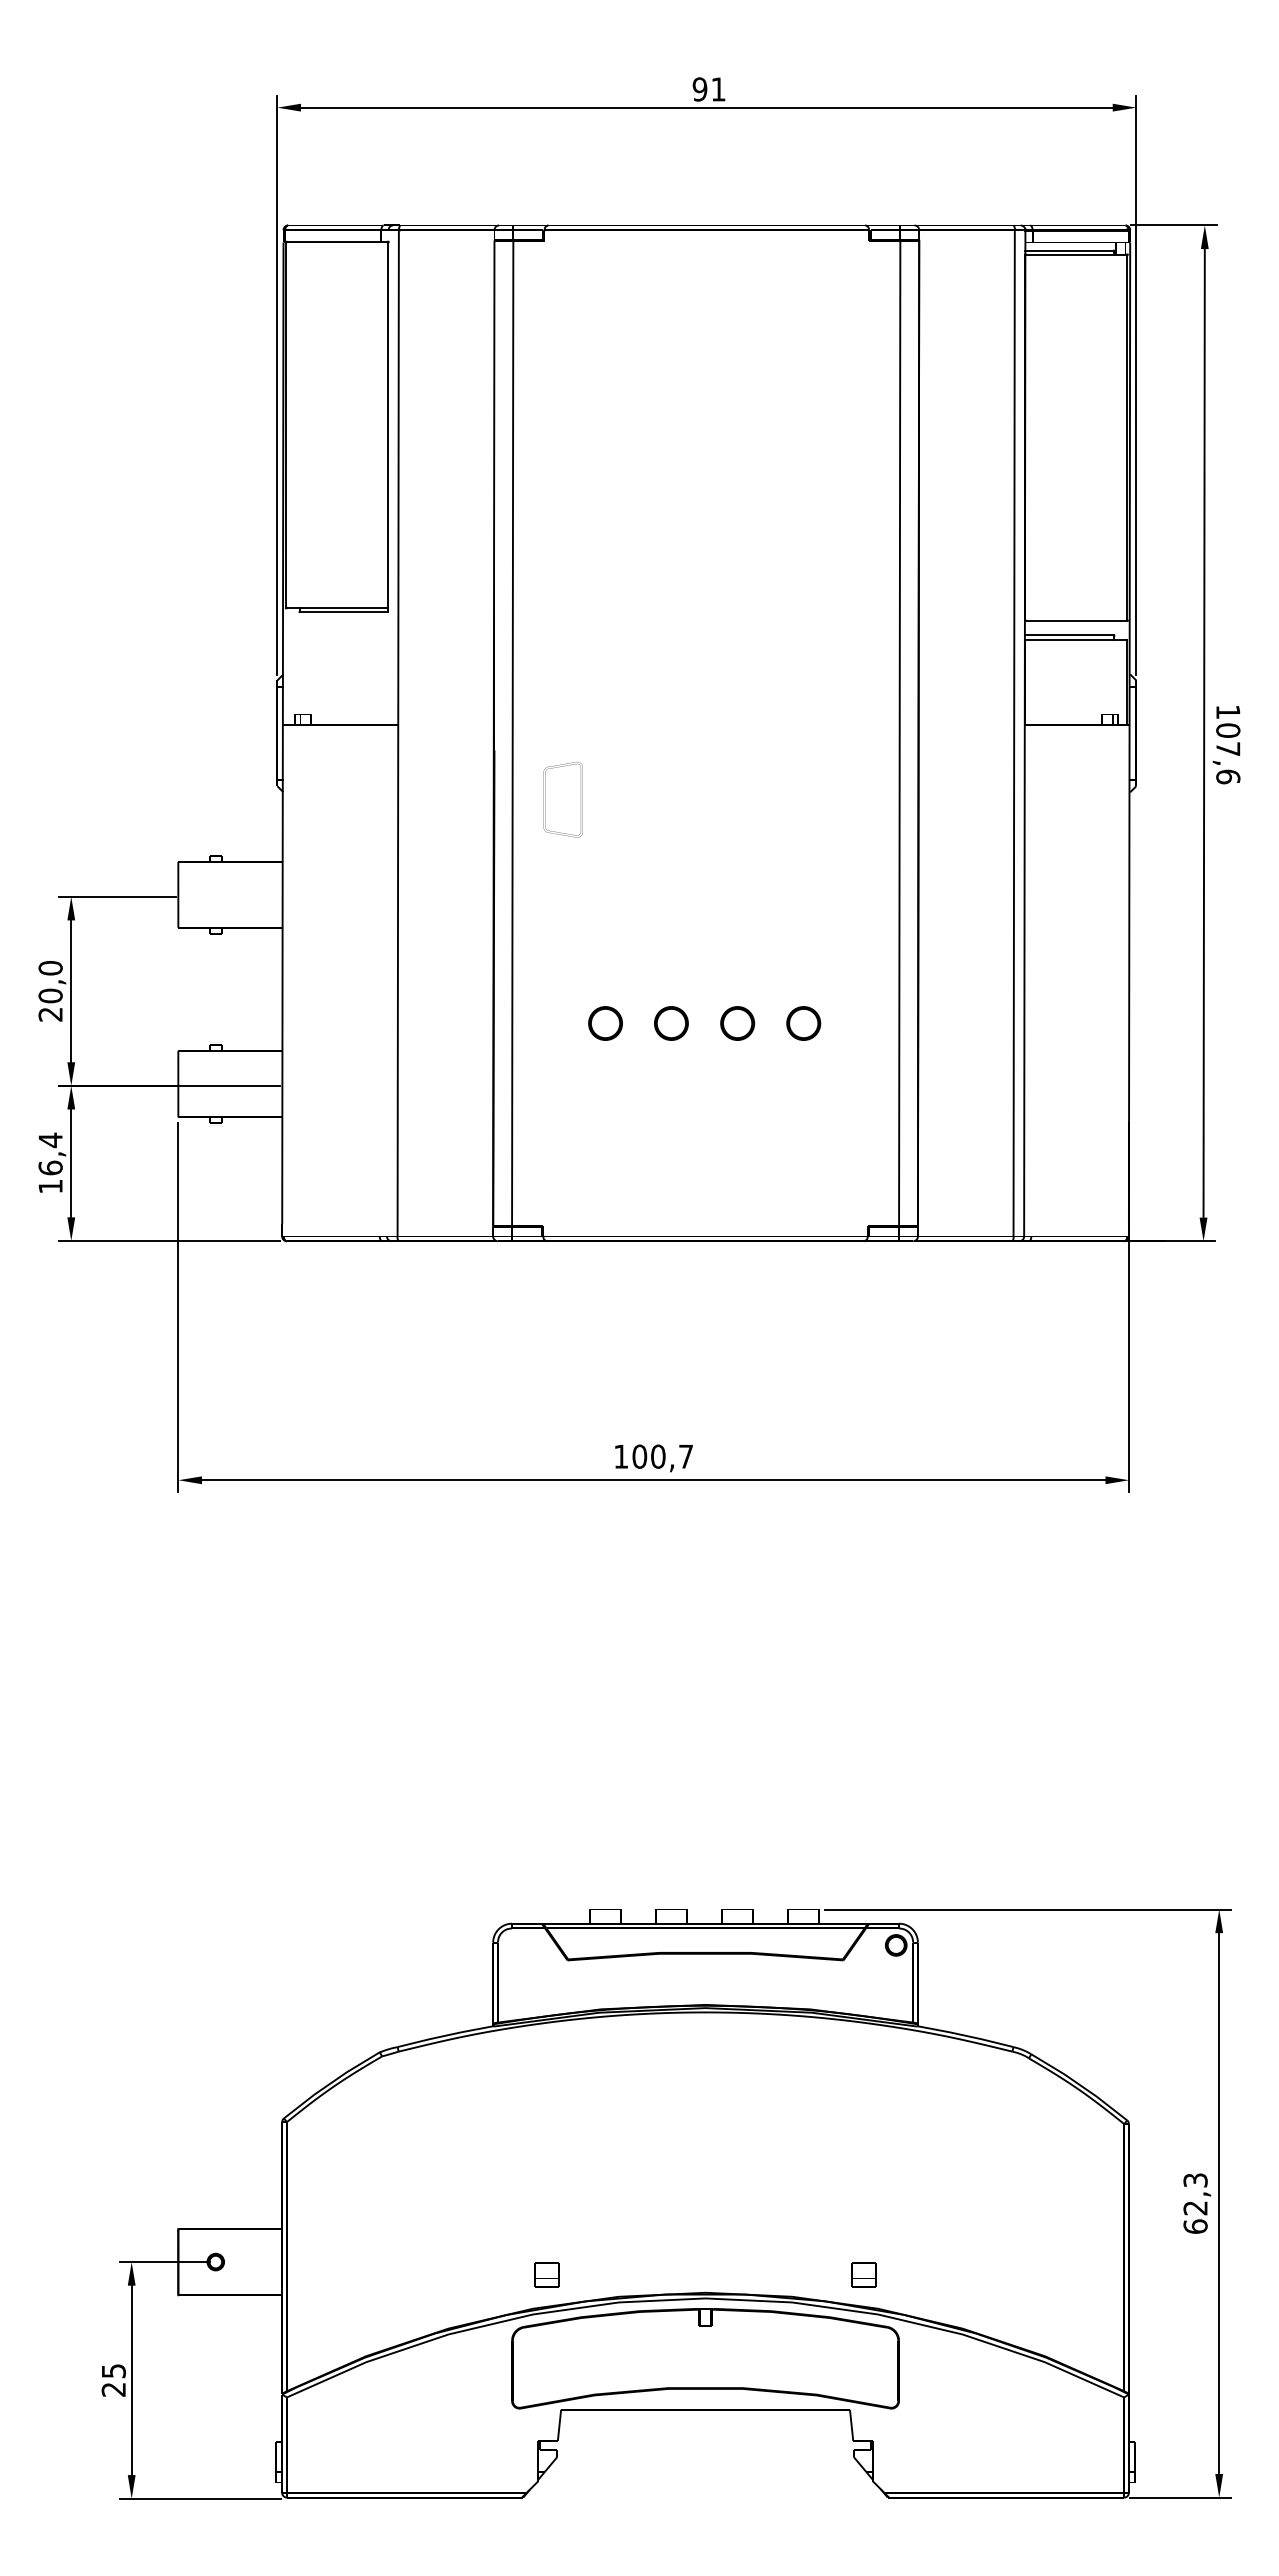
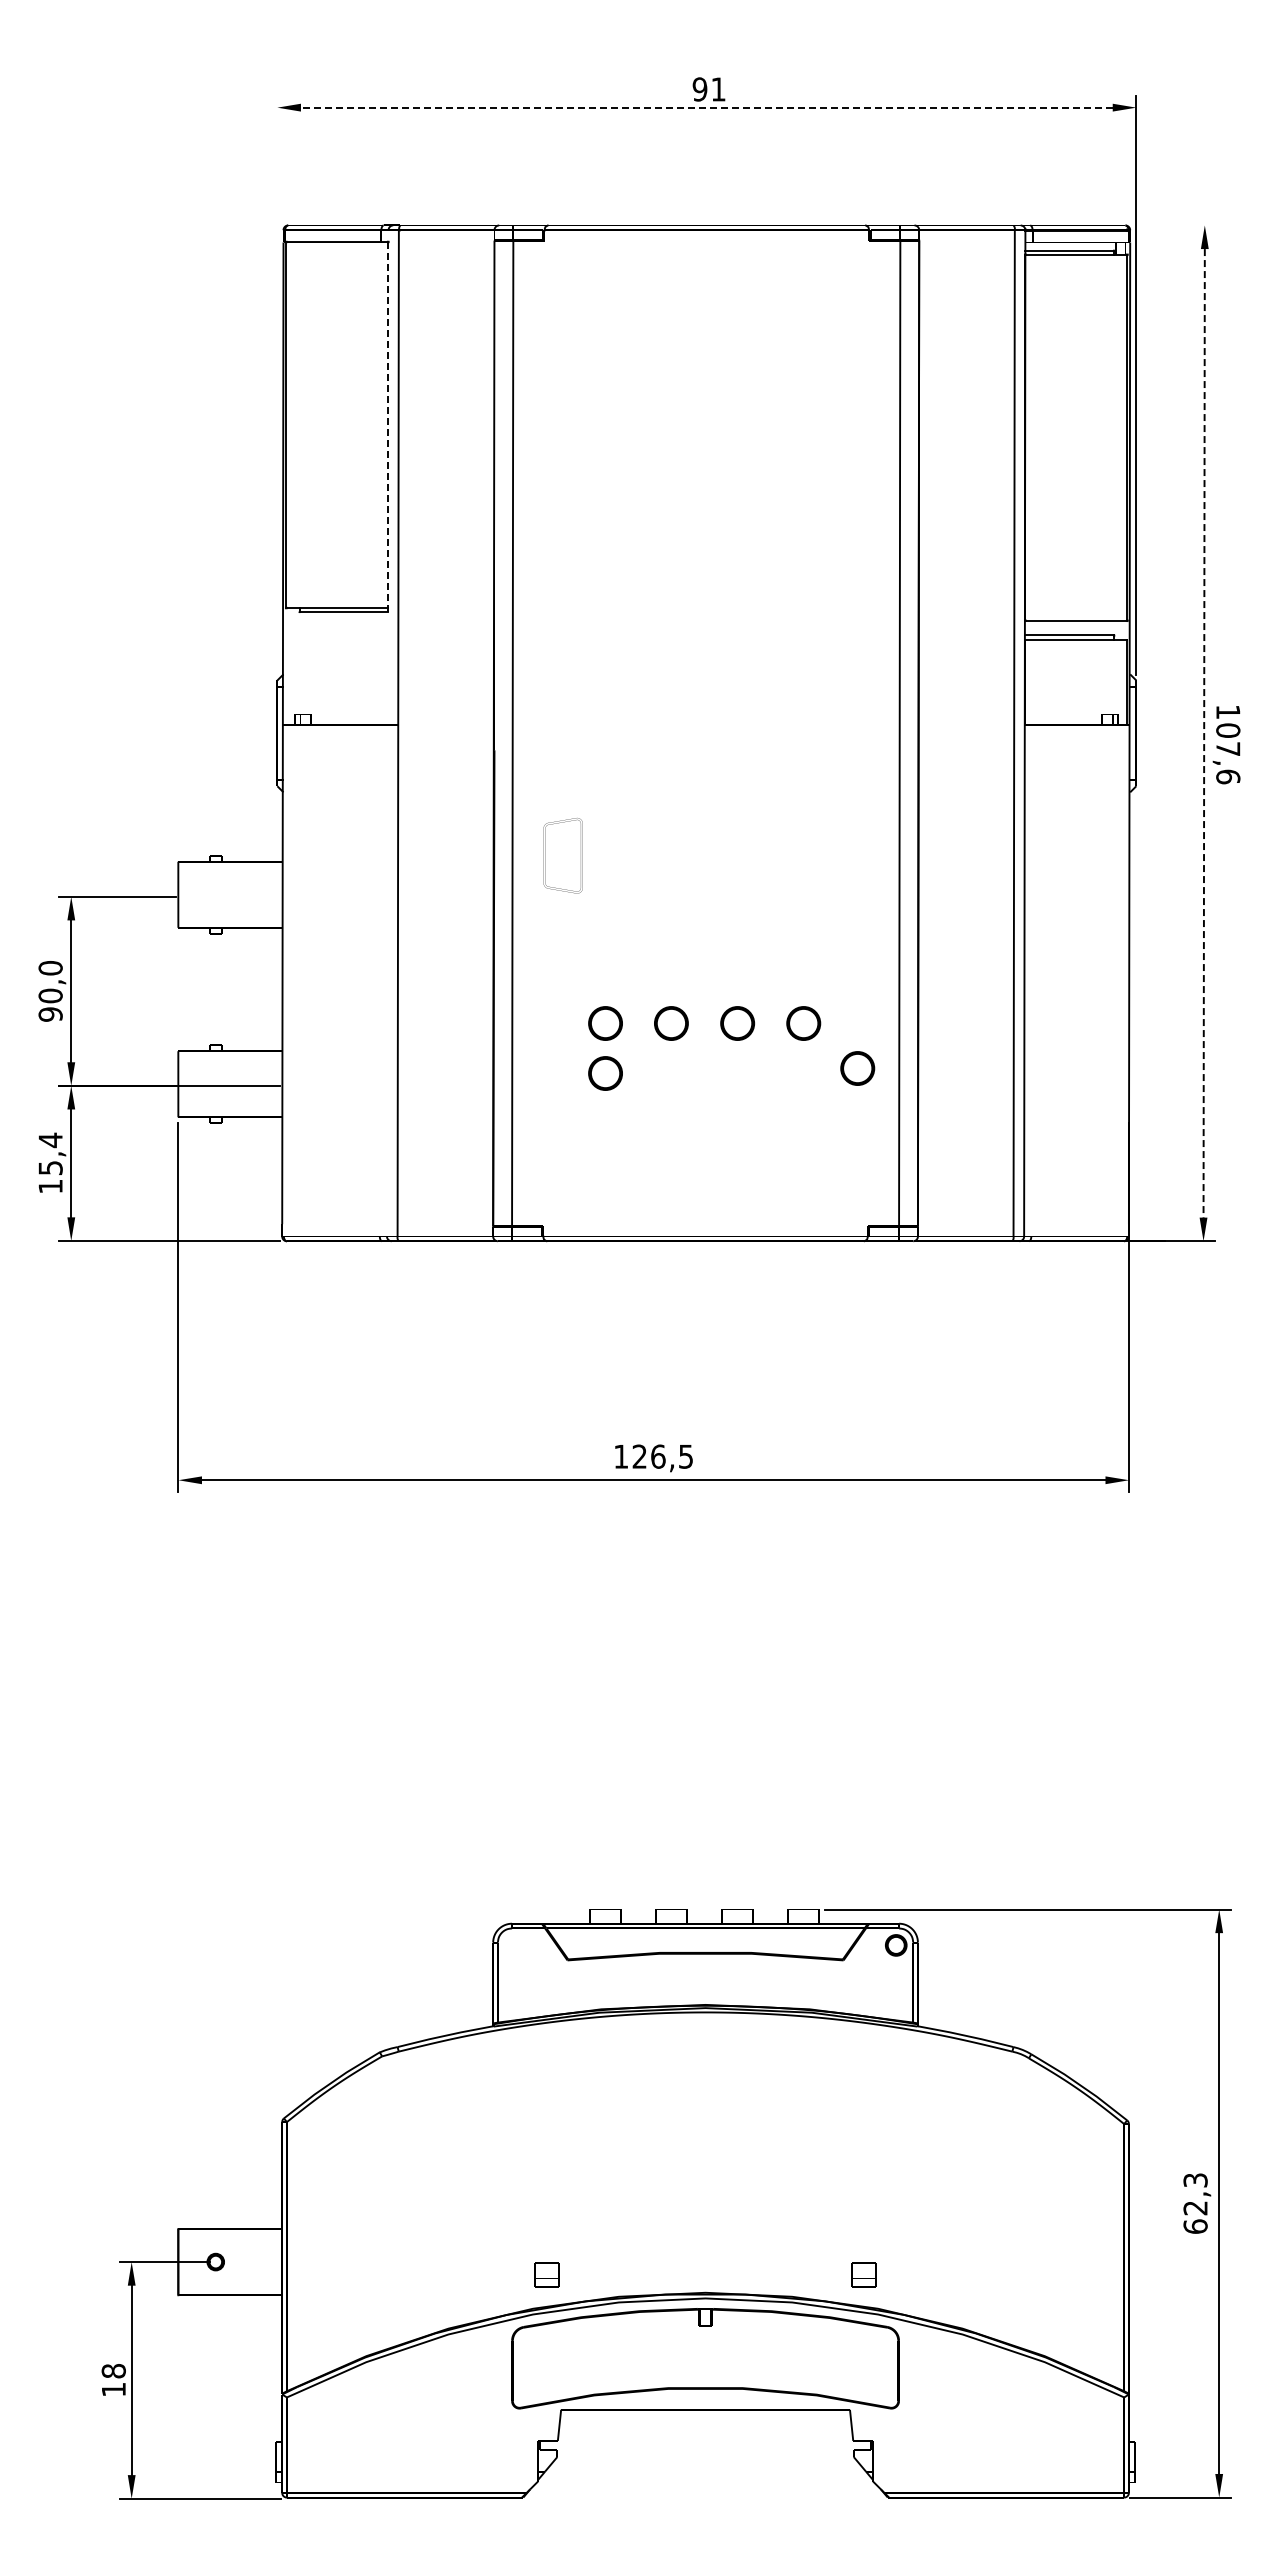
line at (706, 107): solid -> dashed
line at (1173, 225): present -> none
line at (277, 384): present -> none
line at (388, 426): solid -> dashed
line at (1204, 733): solid -> dashed
part at (562, 799) position: (562, 799) -> (562, 855)
text at (50, 1014): 20,0 -> 90,0
part at (857, 1068): none -> present
part at (605, 1073): none -> present
text at (50, 1167): 16,4 -> 15,4
text at (662, 1456): 100,7 -> 126,5
text at (113, 2380): 25 -> 18
